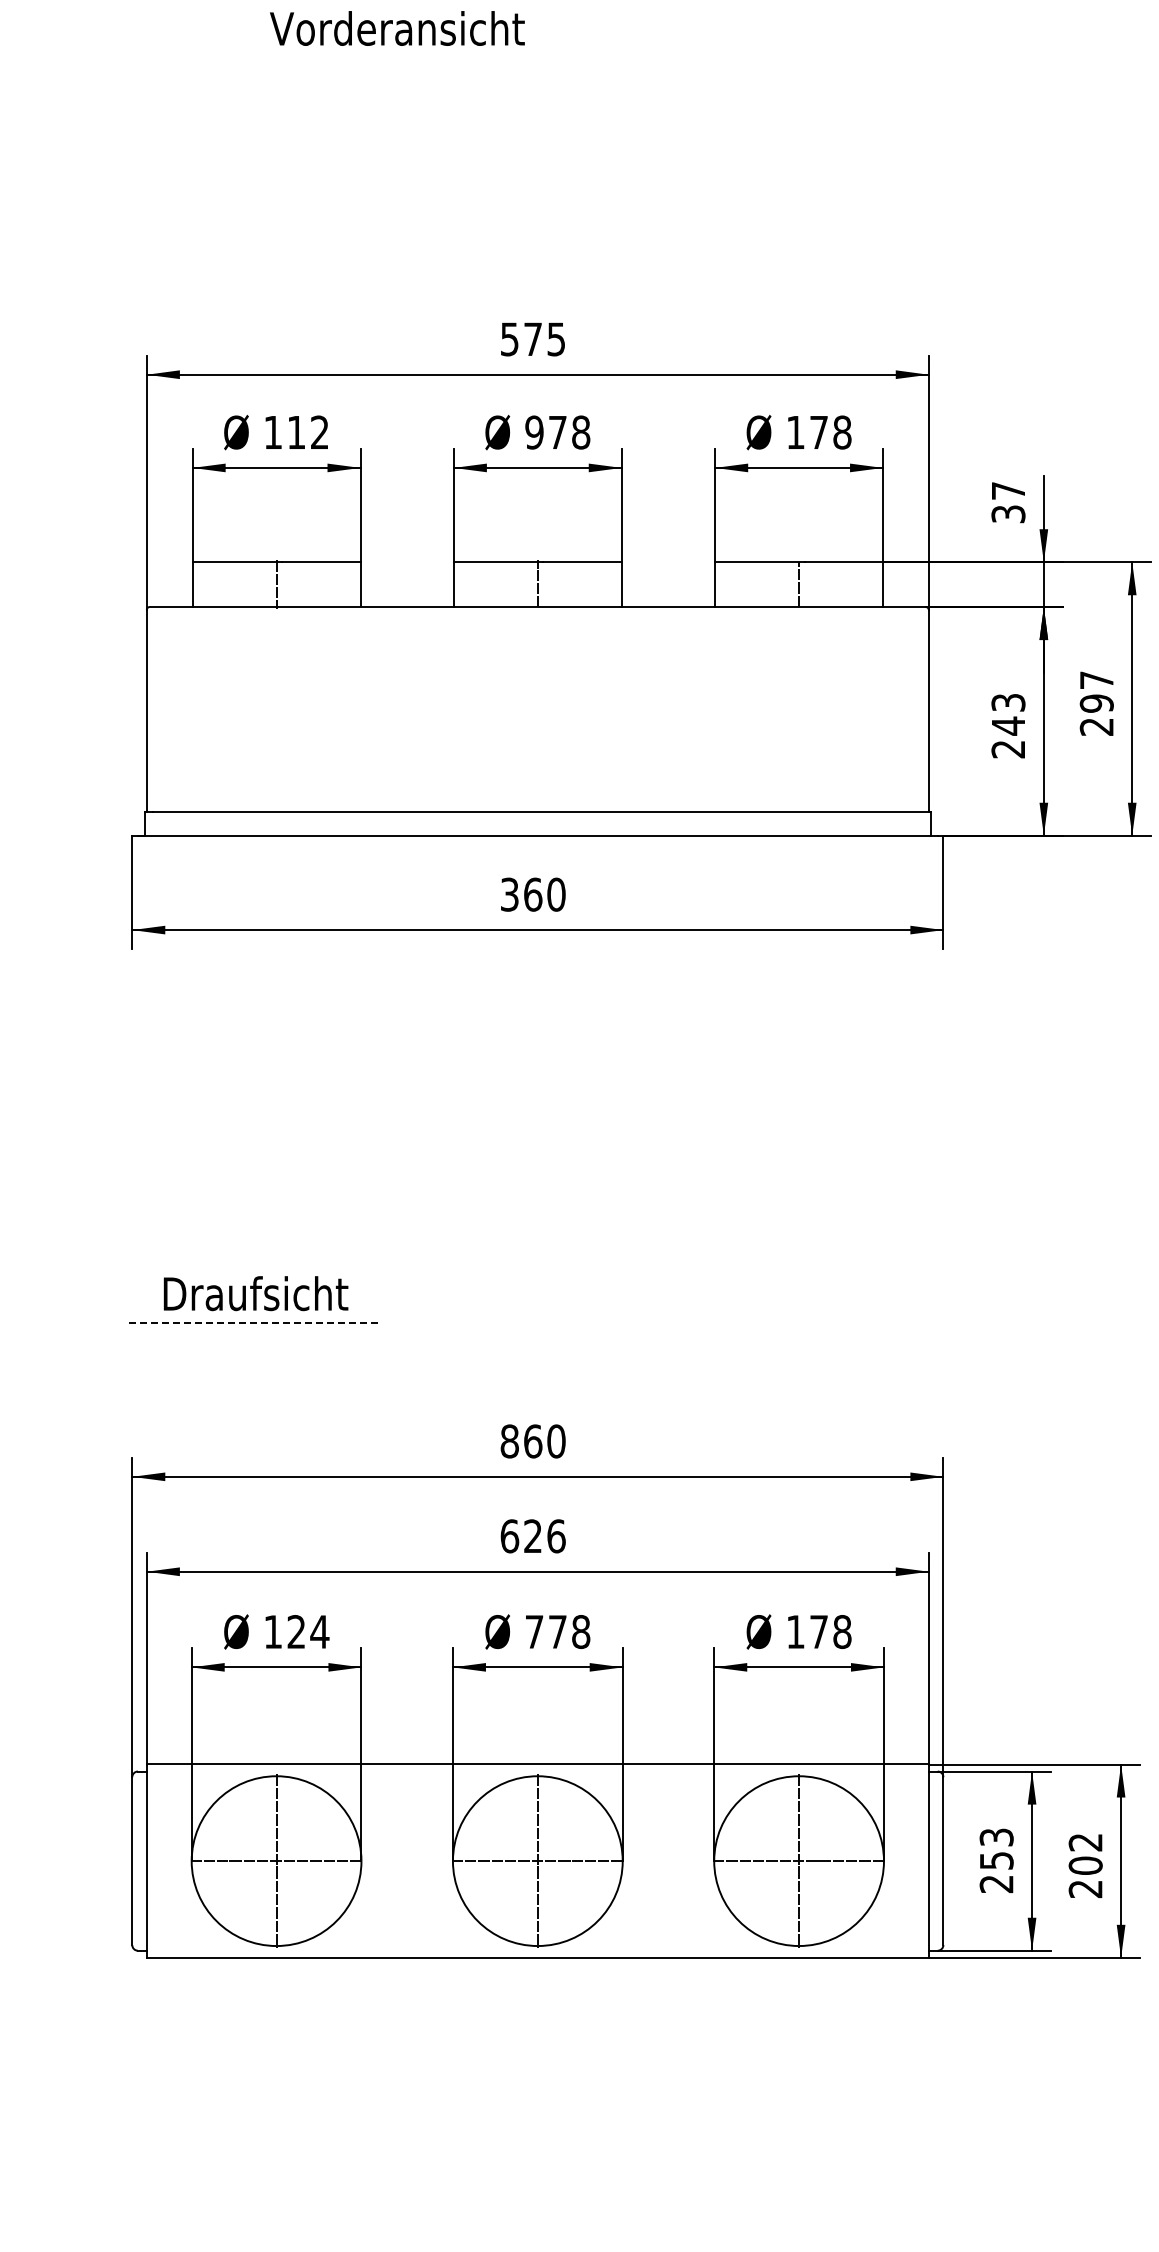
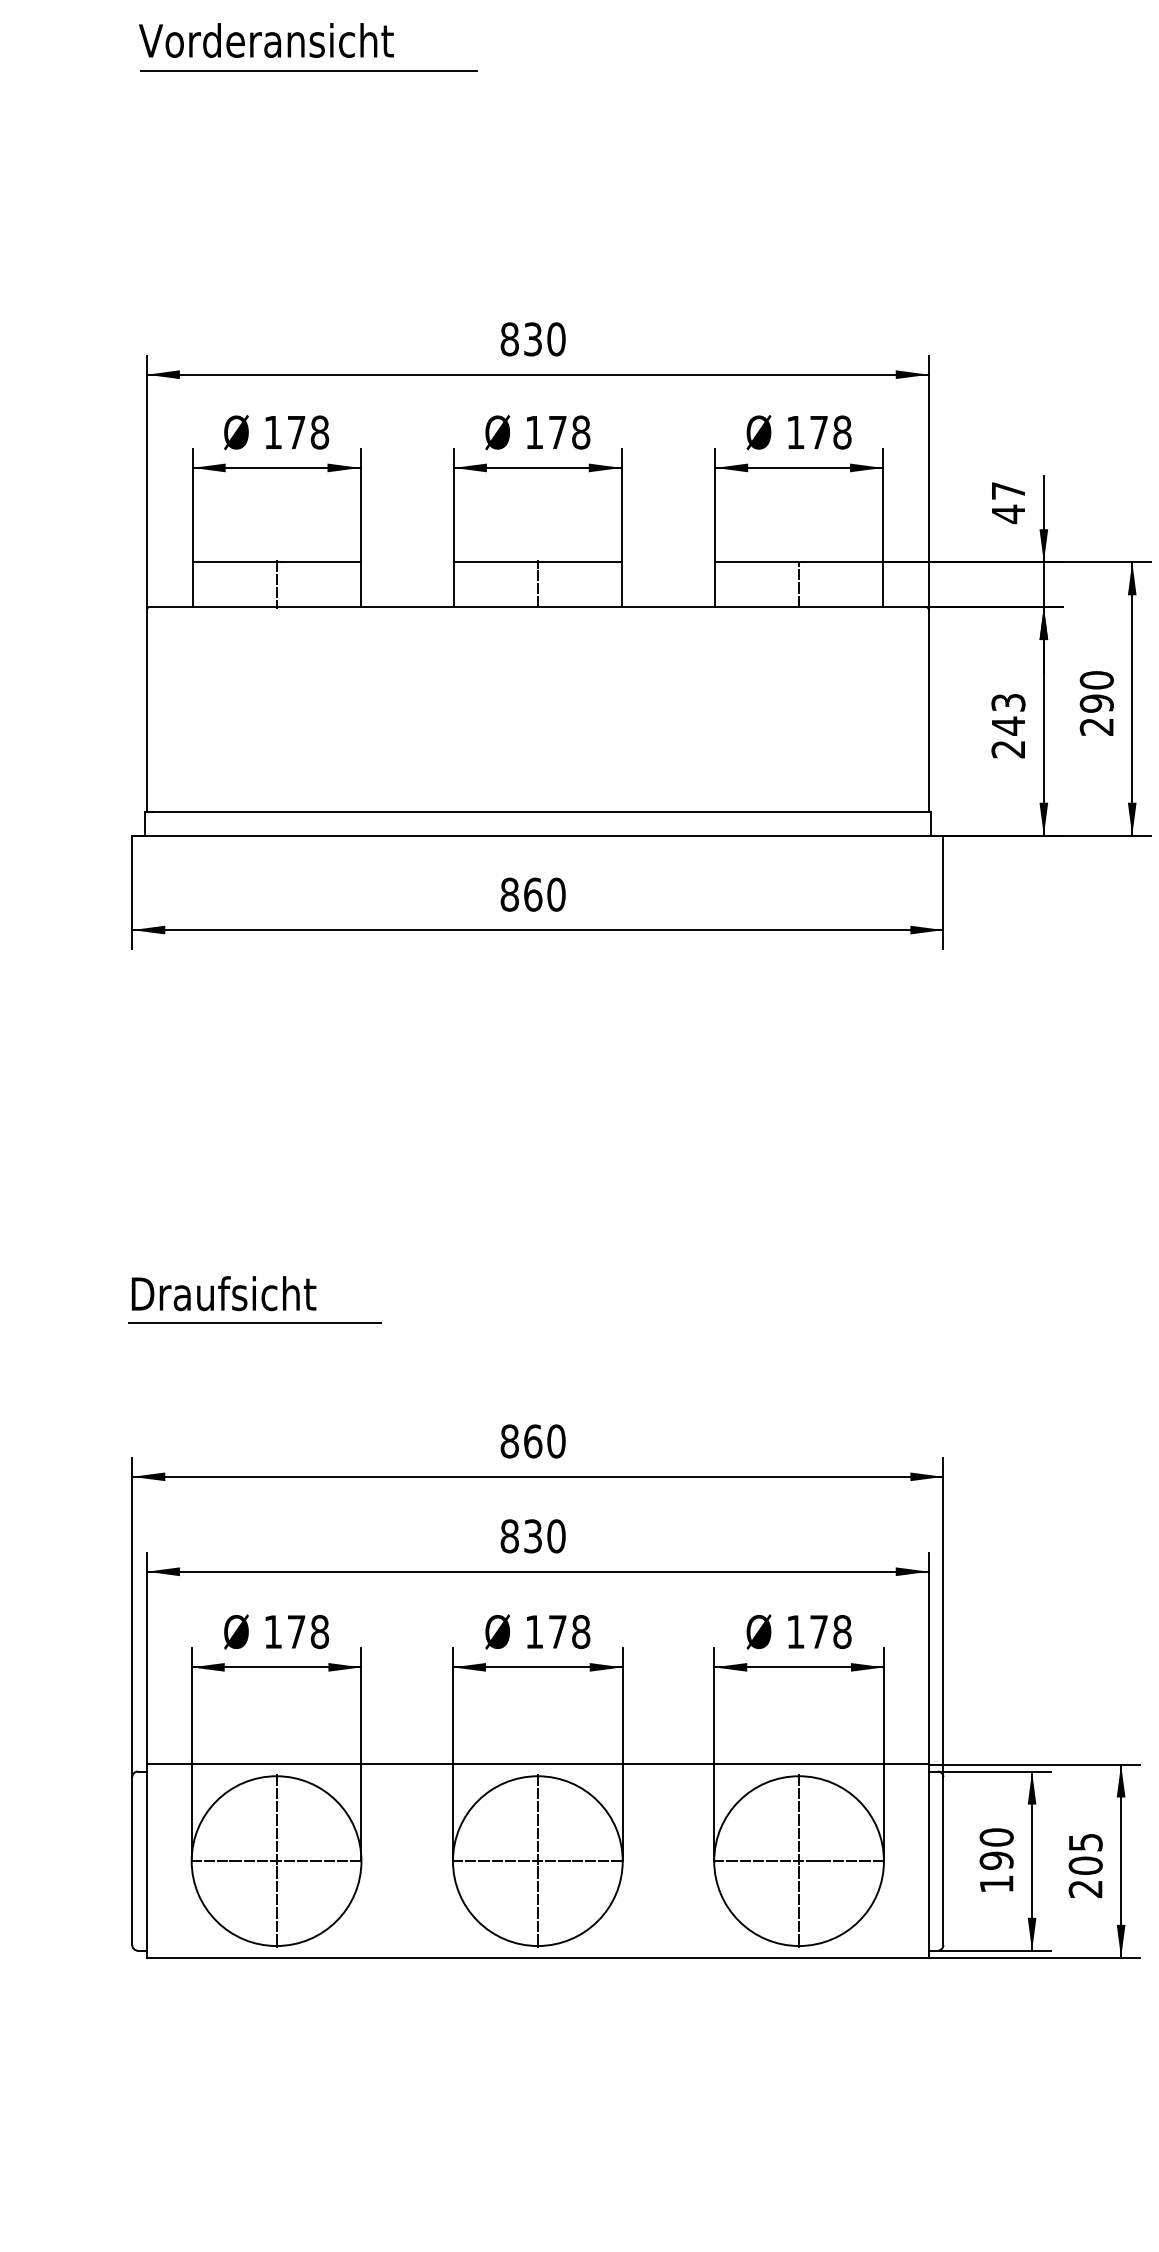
text at (397, 28) position: (397, 28) -> (266, 40)
line at (308, 70): none -> present
text at (532, 339): 575 -> 830
text at (308, 432): 112 -> 178
text at (534, 432): 978 -> 178
text at (1008, 514): 37 -> 47
text at (1096, 680): 297 -> 290
text at (509, 894): 360 -> 860
text at (255, 1293) position: (255, 1293) -> (223, 1293)
line at (254, 1323): dashed -> solid
text at (532, 1536): 626 -> 830
text at (534, 1631): 778 -> 178
text at (308, 1632): 124 -> 178
text at (1085, 1842): 202 -> 205
text at (996, 1860): 253 -> 190
